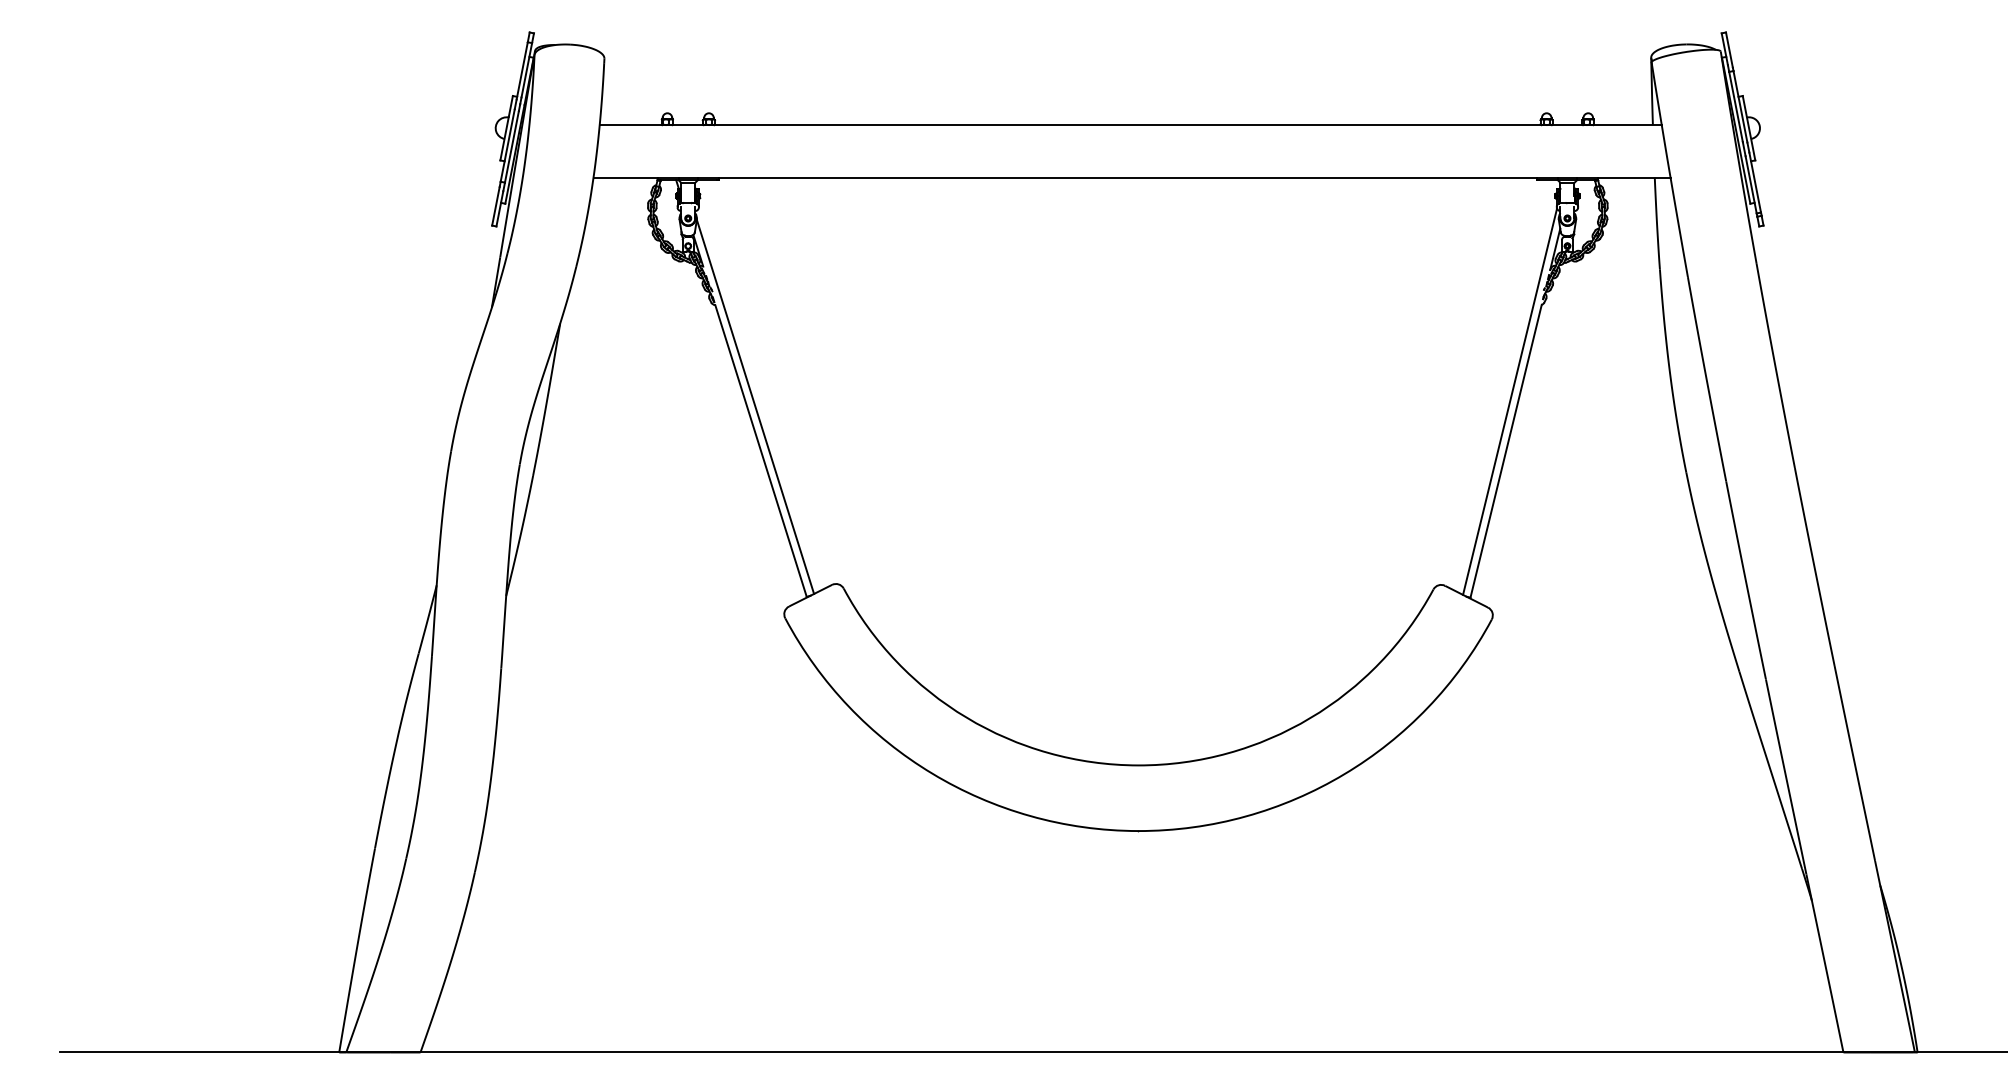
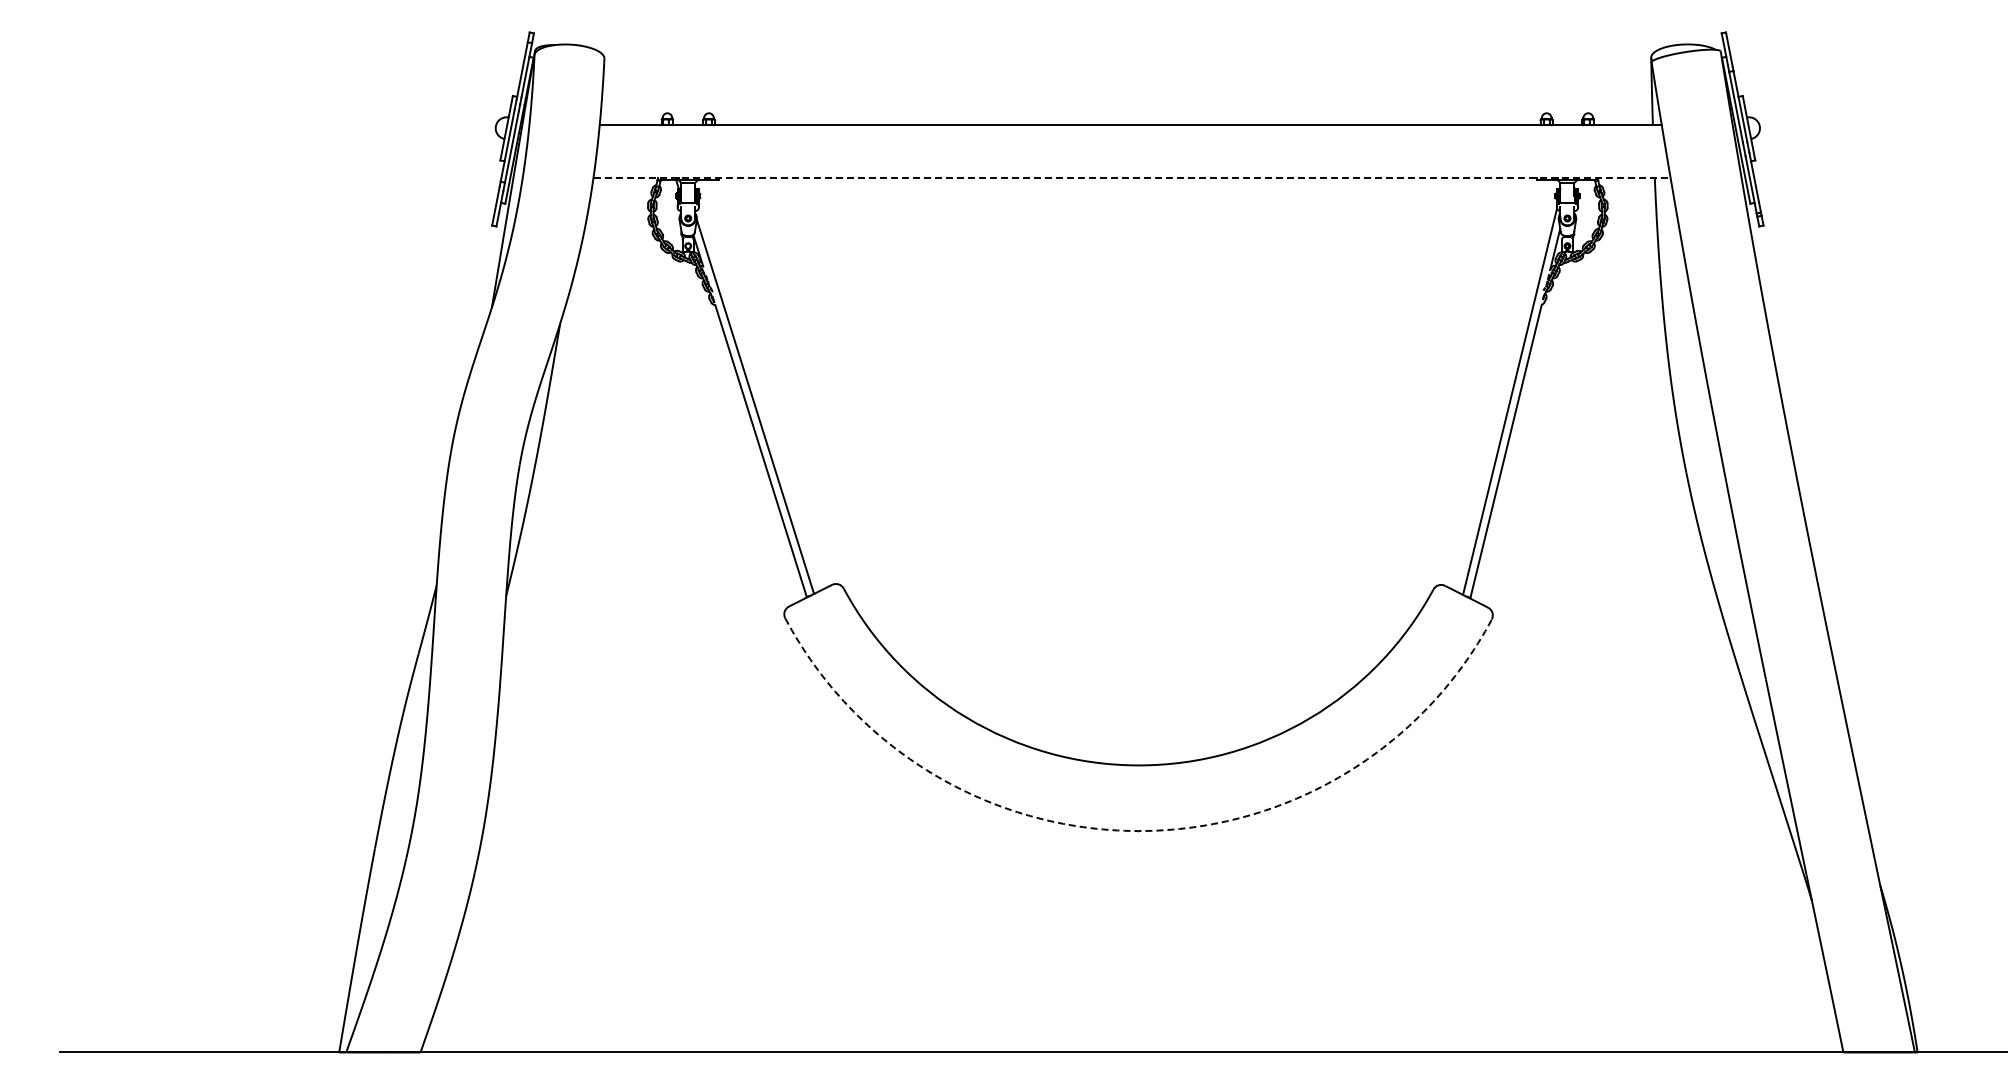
line at (1132, 177): solid -> dashed
arc at (1138, 831): solid -> dashed
